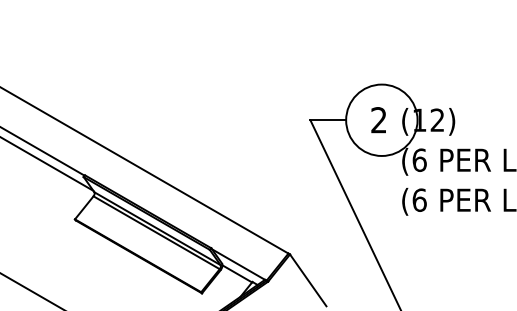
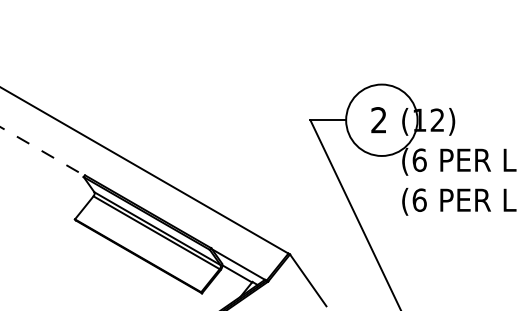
line at (42, 151): solid -> dashed
line at (47, 164): present -> none
line at (31, 290): present -> none
